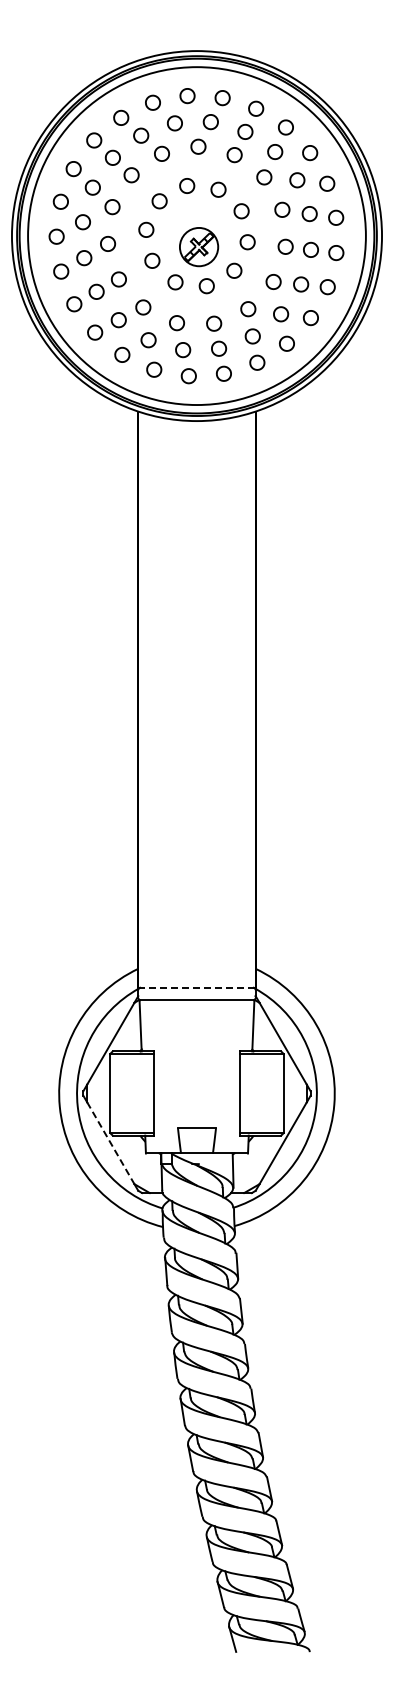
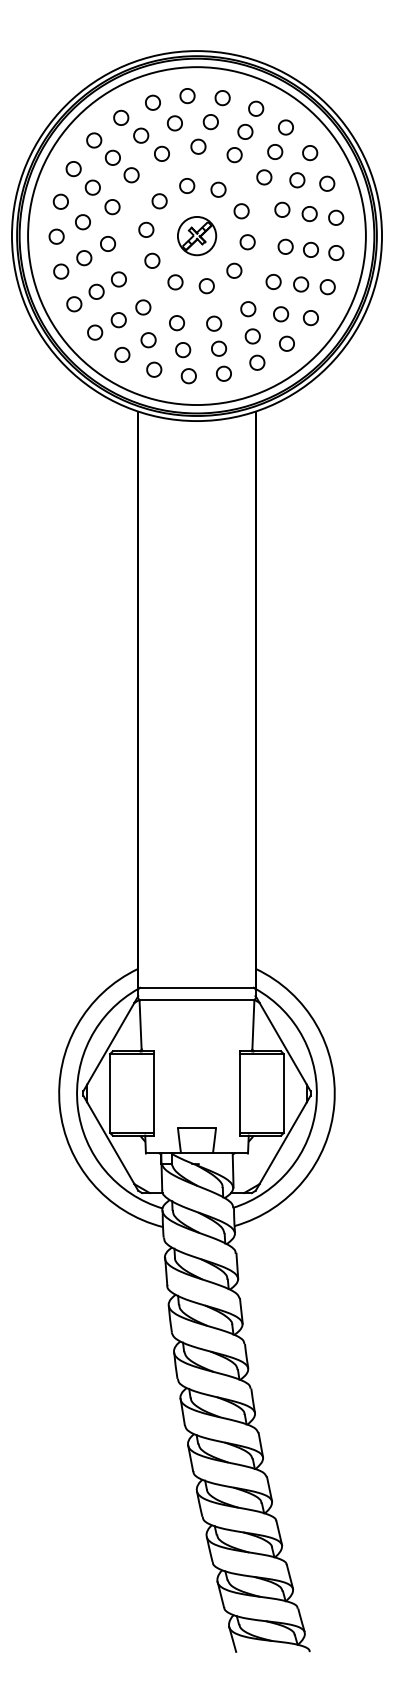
part at (199, 247) position: (199, 247) -> (197, 236)
line at (196, 987): dashed -> solid
line at (111, 1143): dashed -> solid
